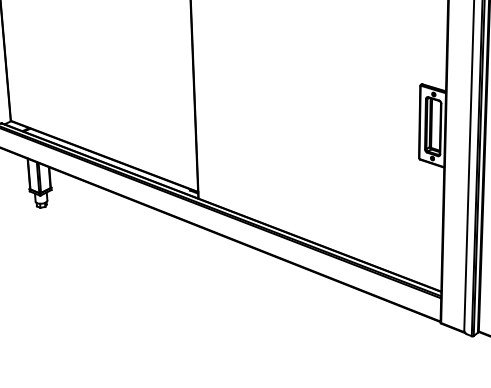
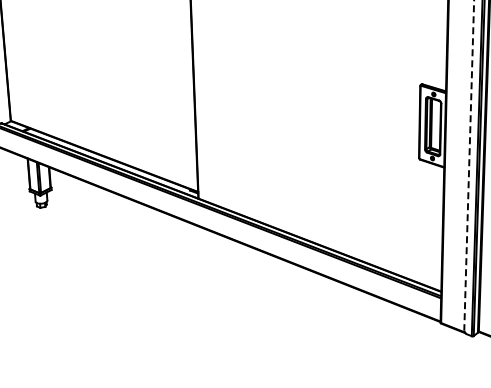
line at (469, 165): solid -> dashed
